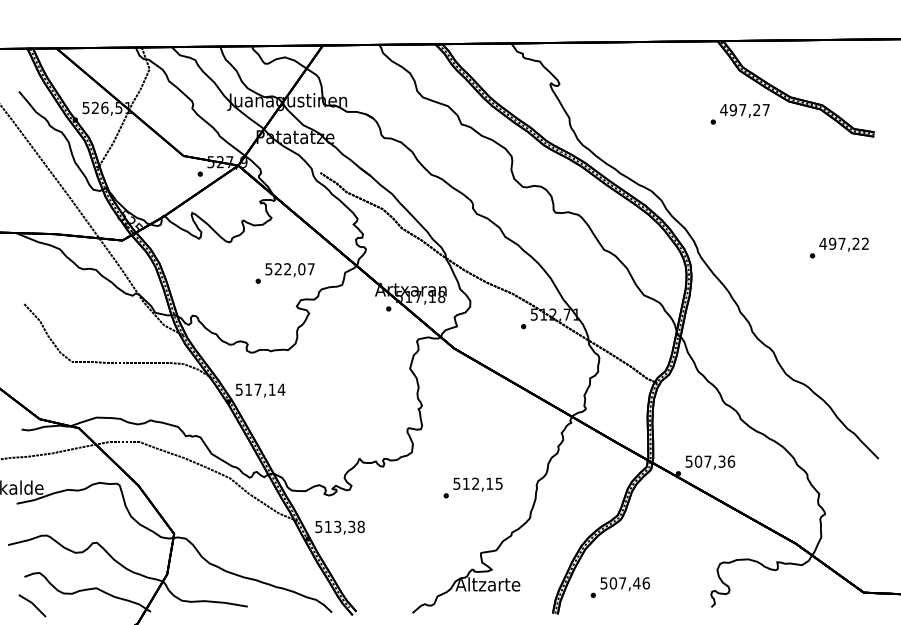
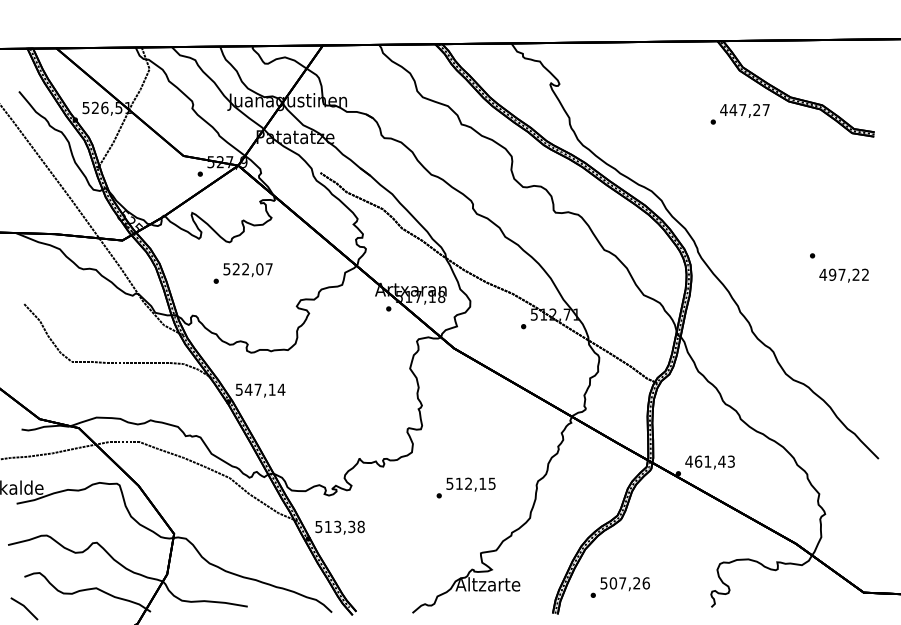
text at (733, 110): 497,27 -> 447,27
text at (843, 244) position: (843, 244) -> (843, 275)
text at (284, 273) position: (284, 273) -> (242, 273)
text at (248, 389): 517,14 -> 547,14
text at (710, 461): 507,36 -> 461,43
text at (472, 487) position: (472, 487) -> (465, 487)
text at (636, 583): 507,46 -> 507,26
line at (32, 604) position: (32, 604) -> (24, 607)
